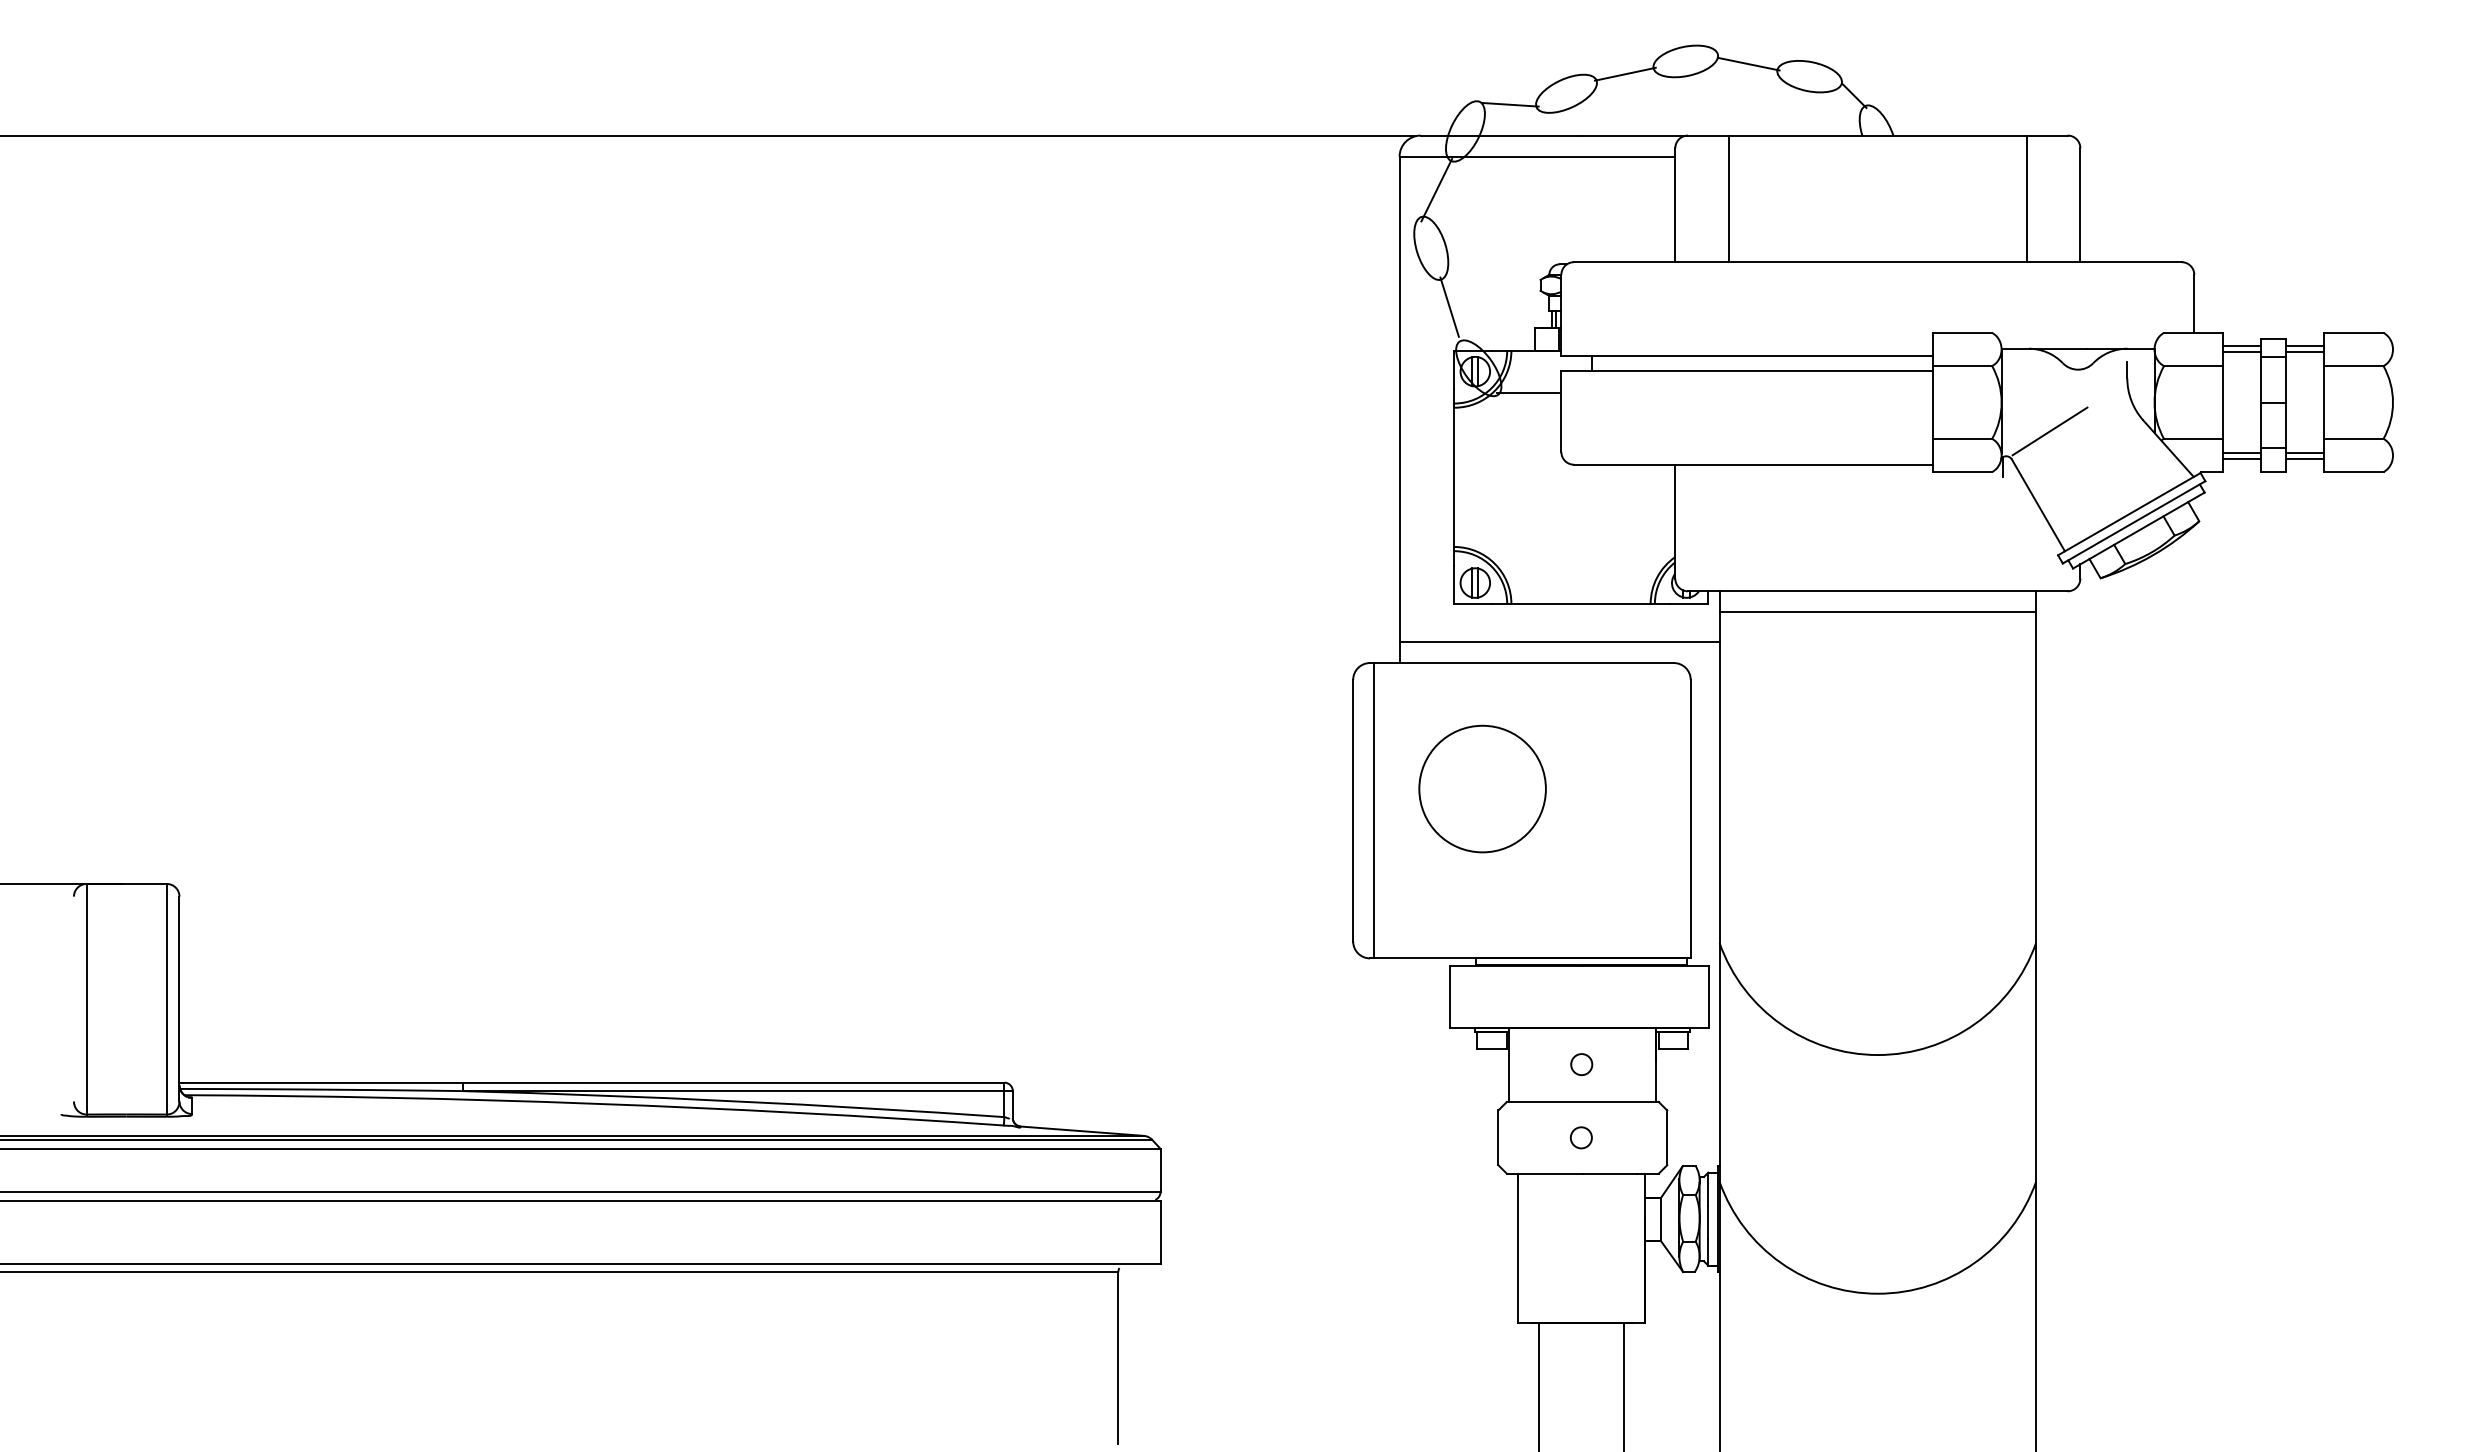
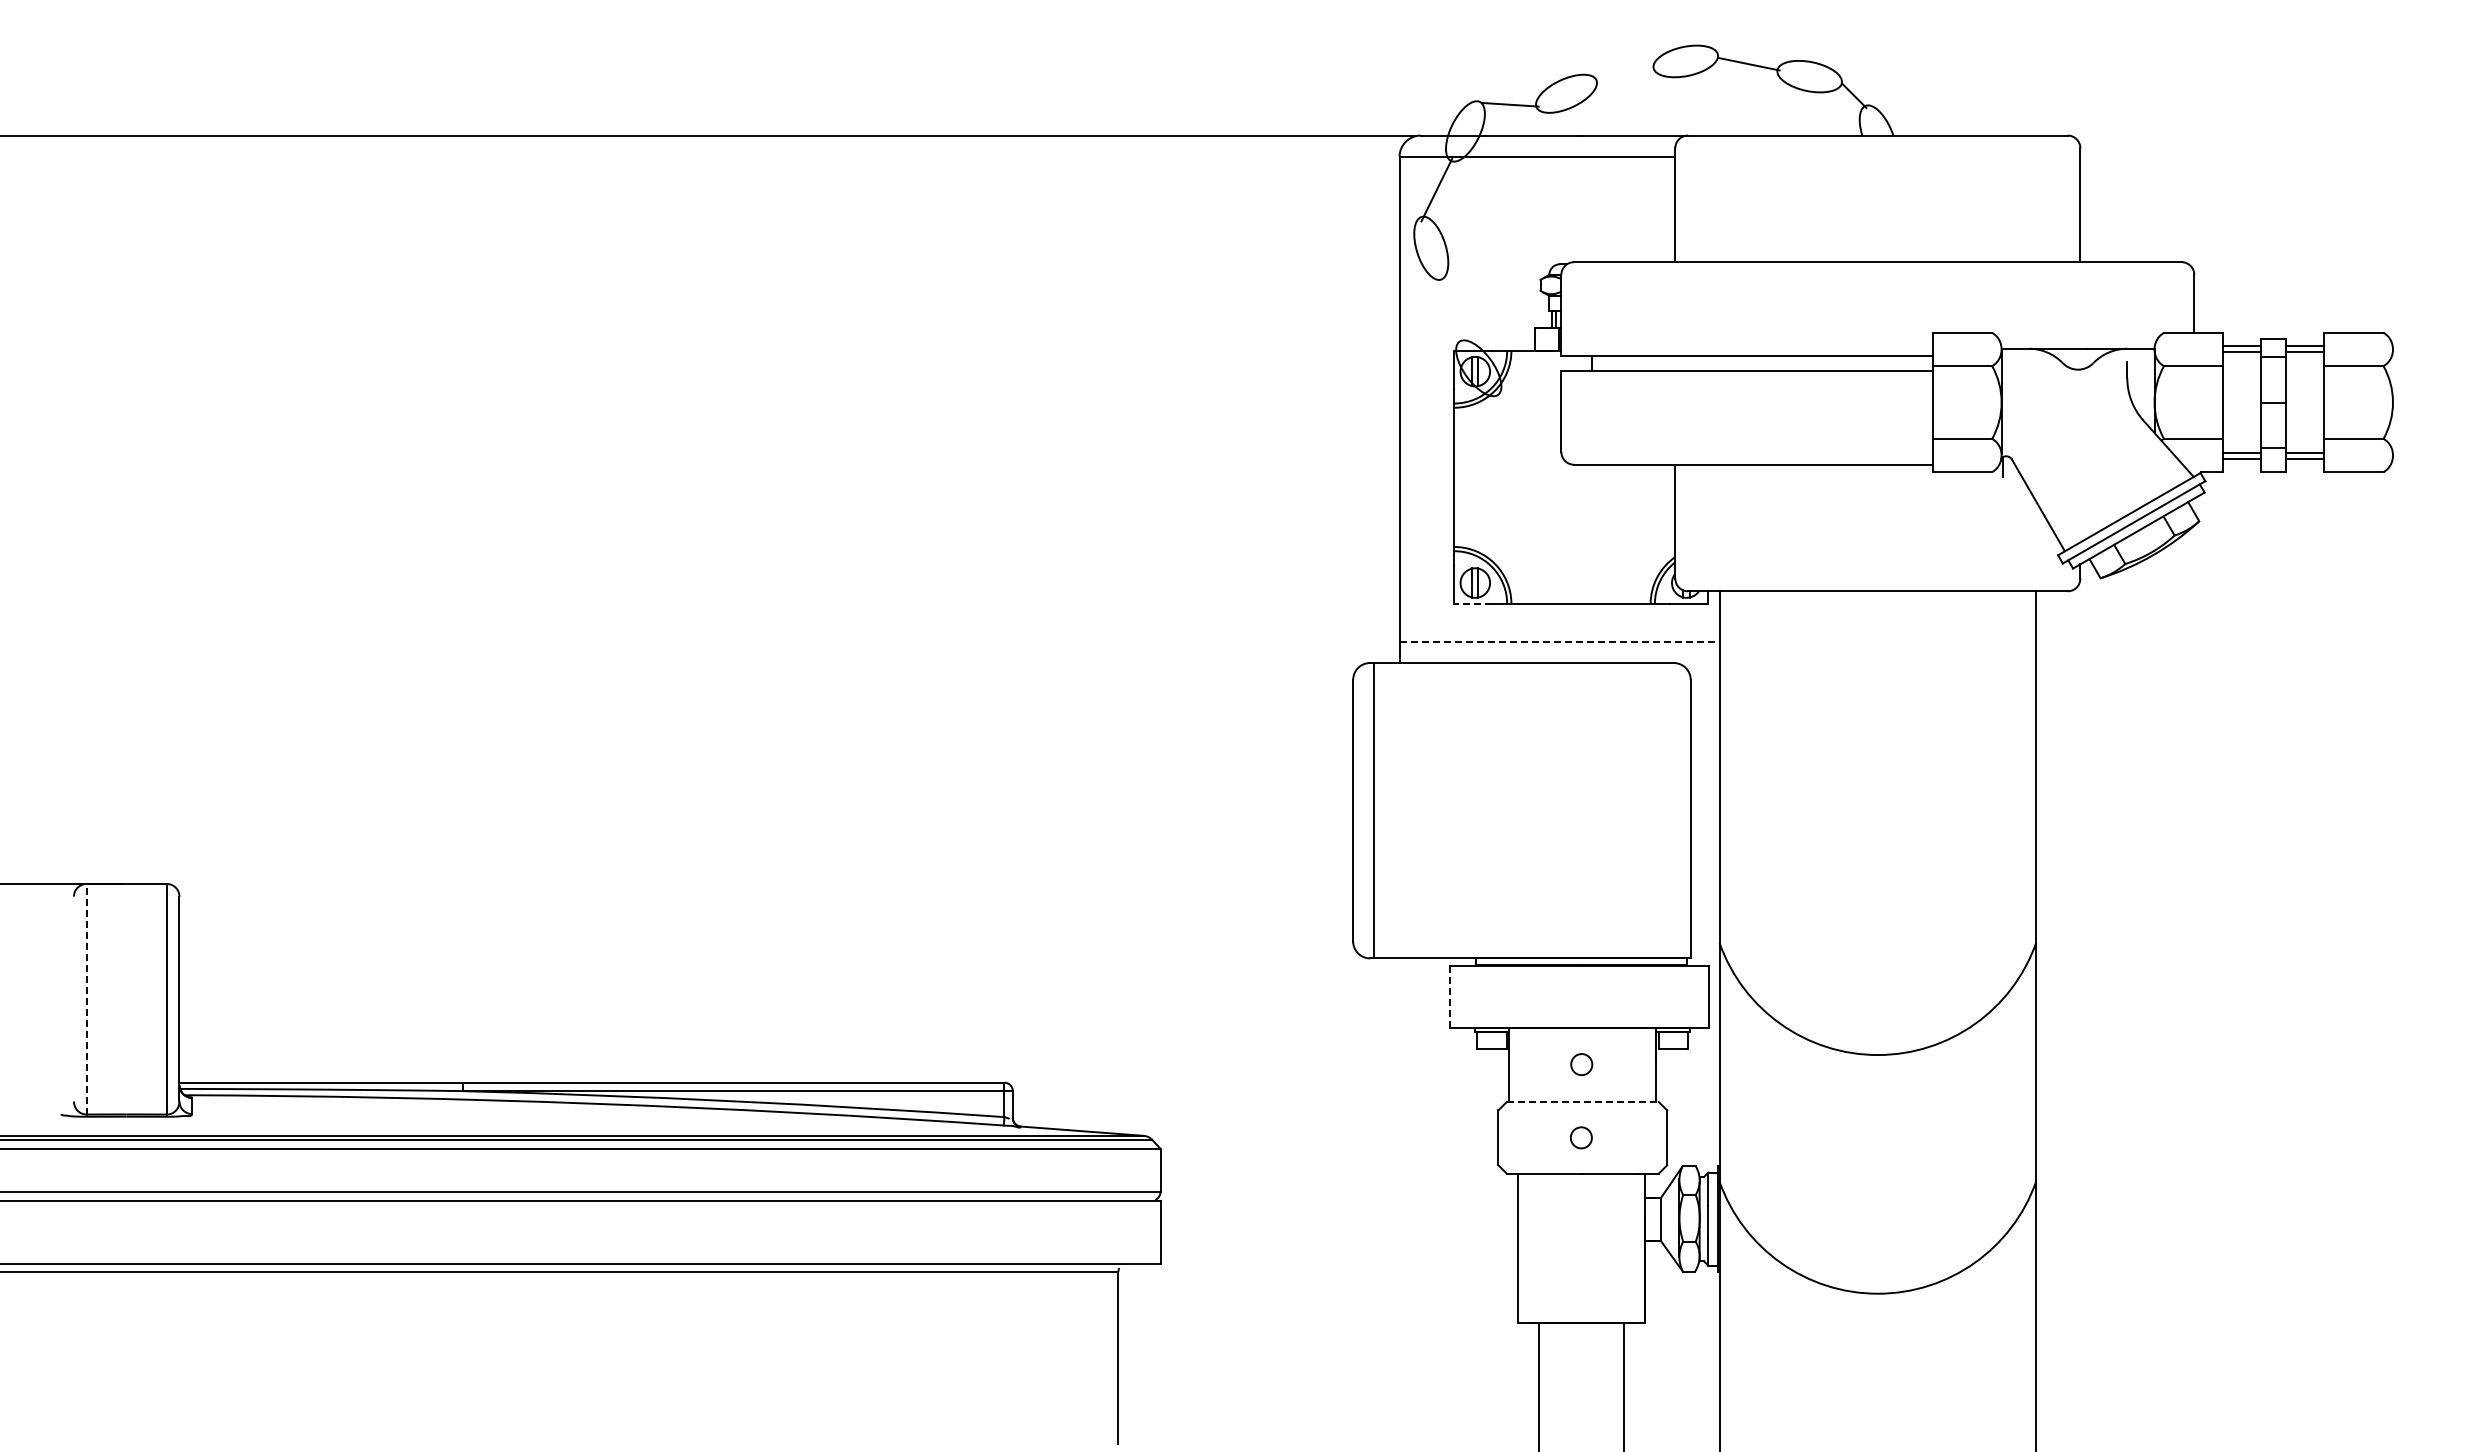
line at (1625, 73): present -> none
line at (1728, 198): present -> none
line at (2027, 198): present -> none
line at (1449, 306): present -> none
line at (1527, 393): present -> none
line at (2049, 431): present -> none
line at (1473, 603): solid -> dashed
line at (1877, 612): present -> none
line at (1560, 641): solid -> dashed
circle at (1482, 788): present -> none
line at (1449, 997): solid -> dashed
line at (86, 998): solid -> dashed
line at (1582, 1101): solid -> dashed
